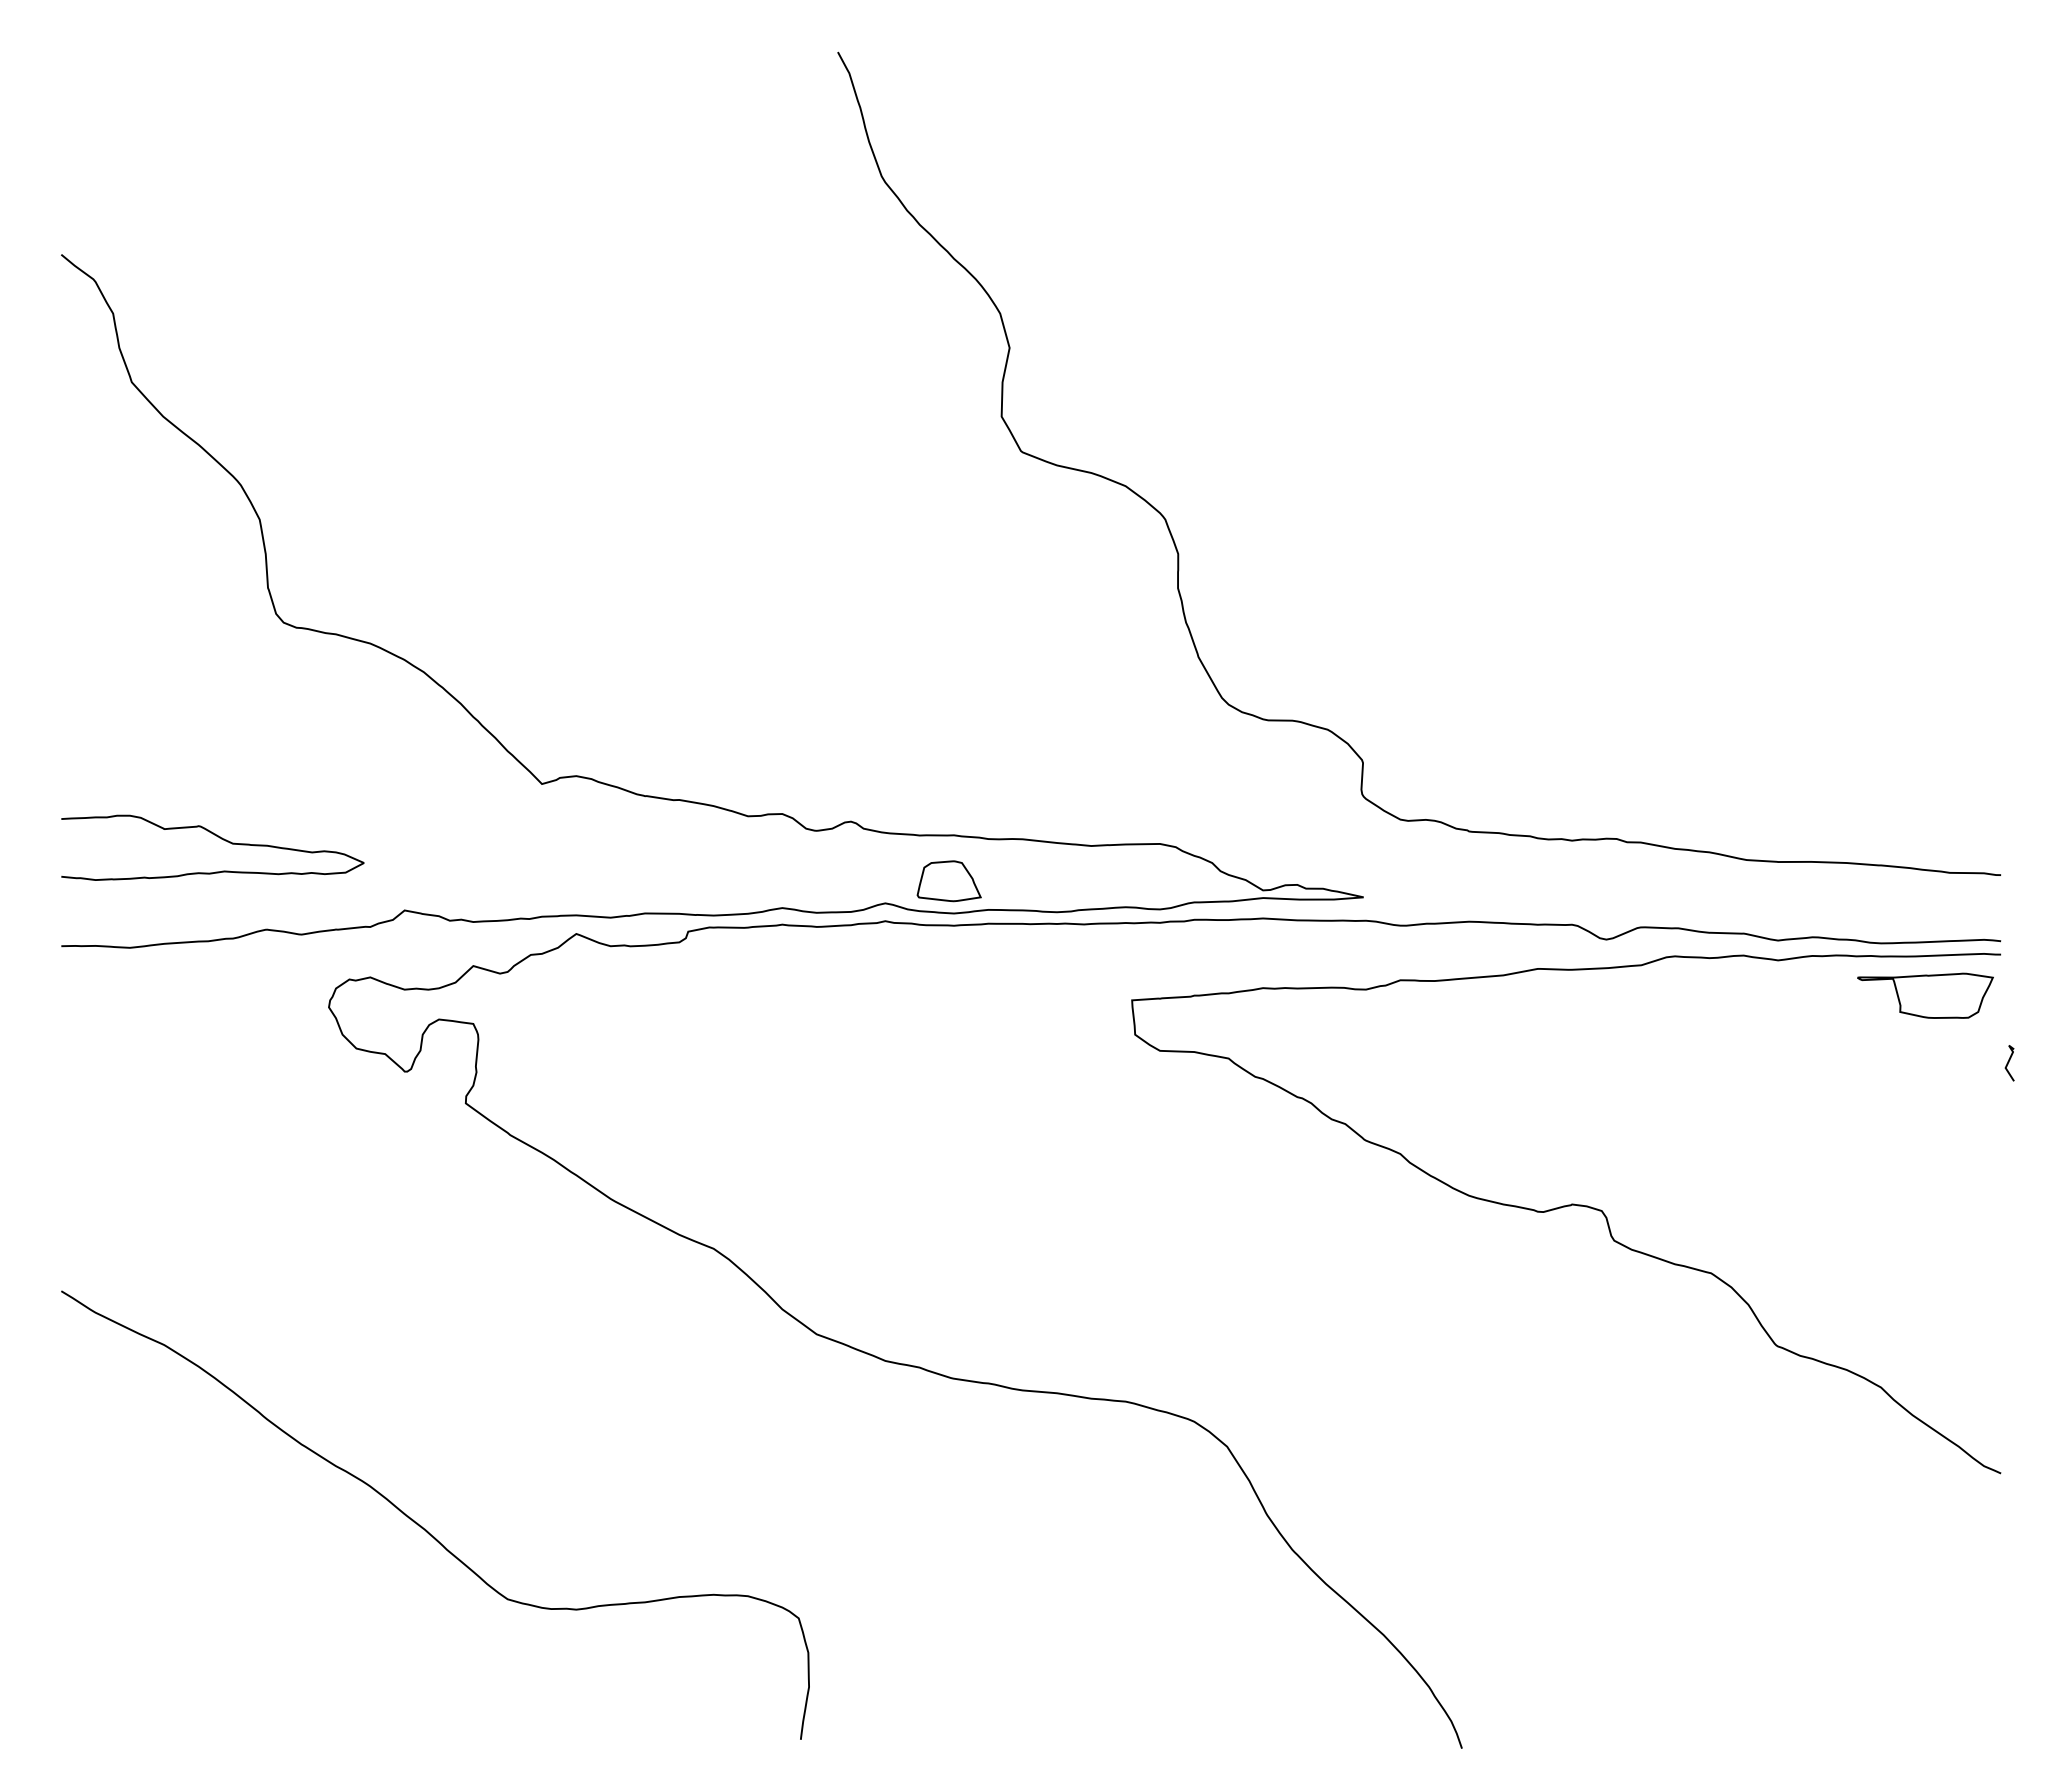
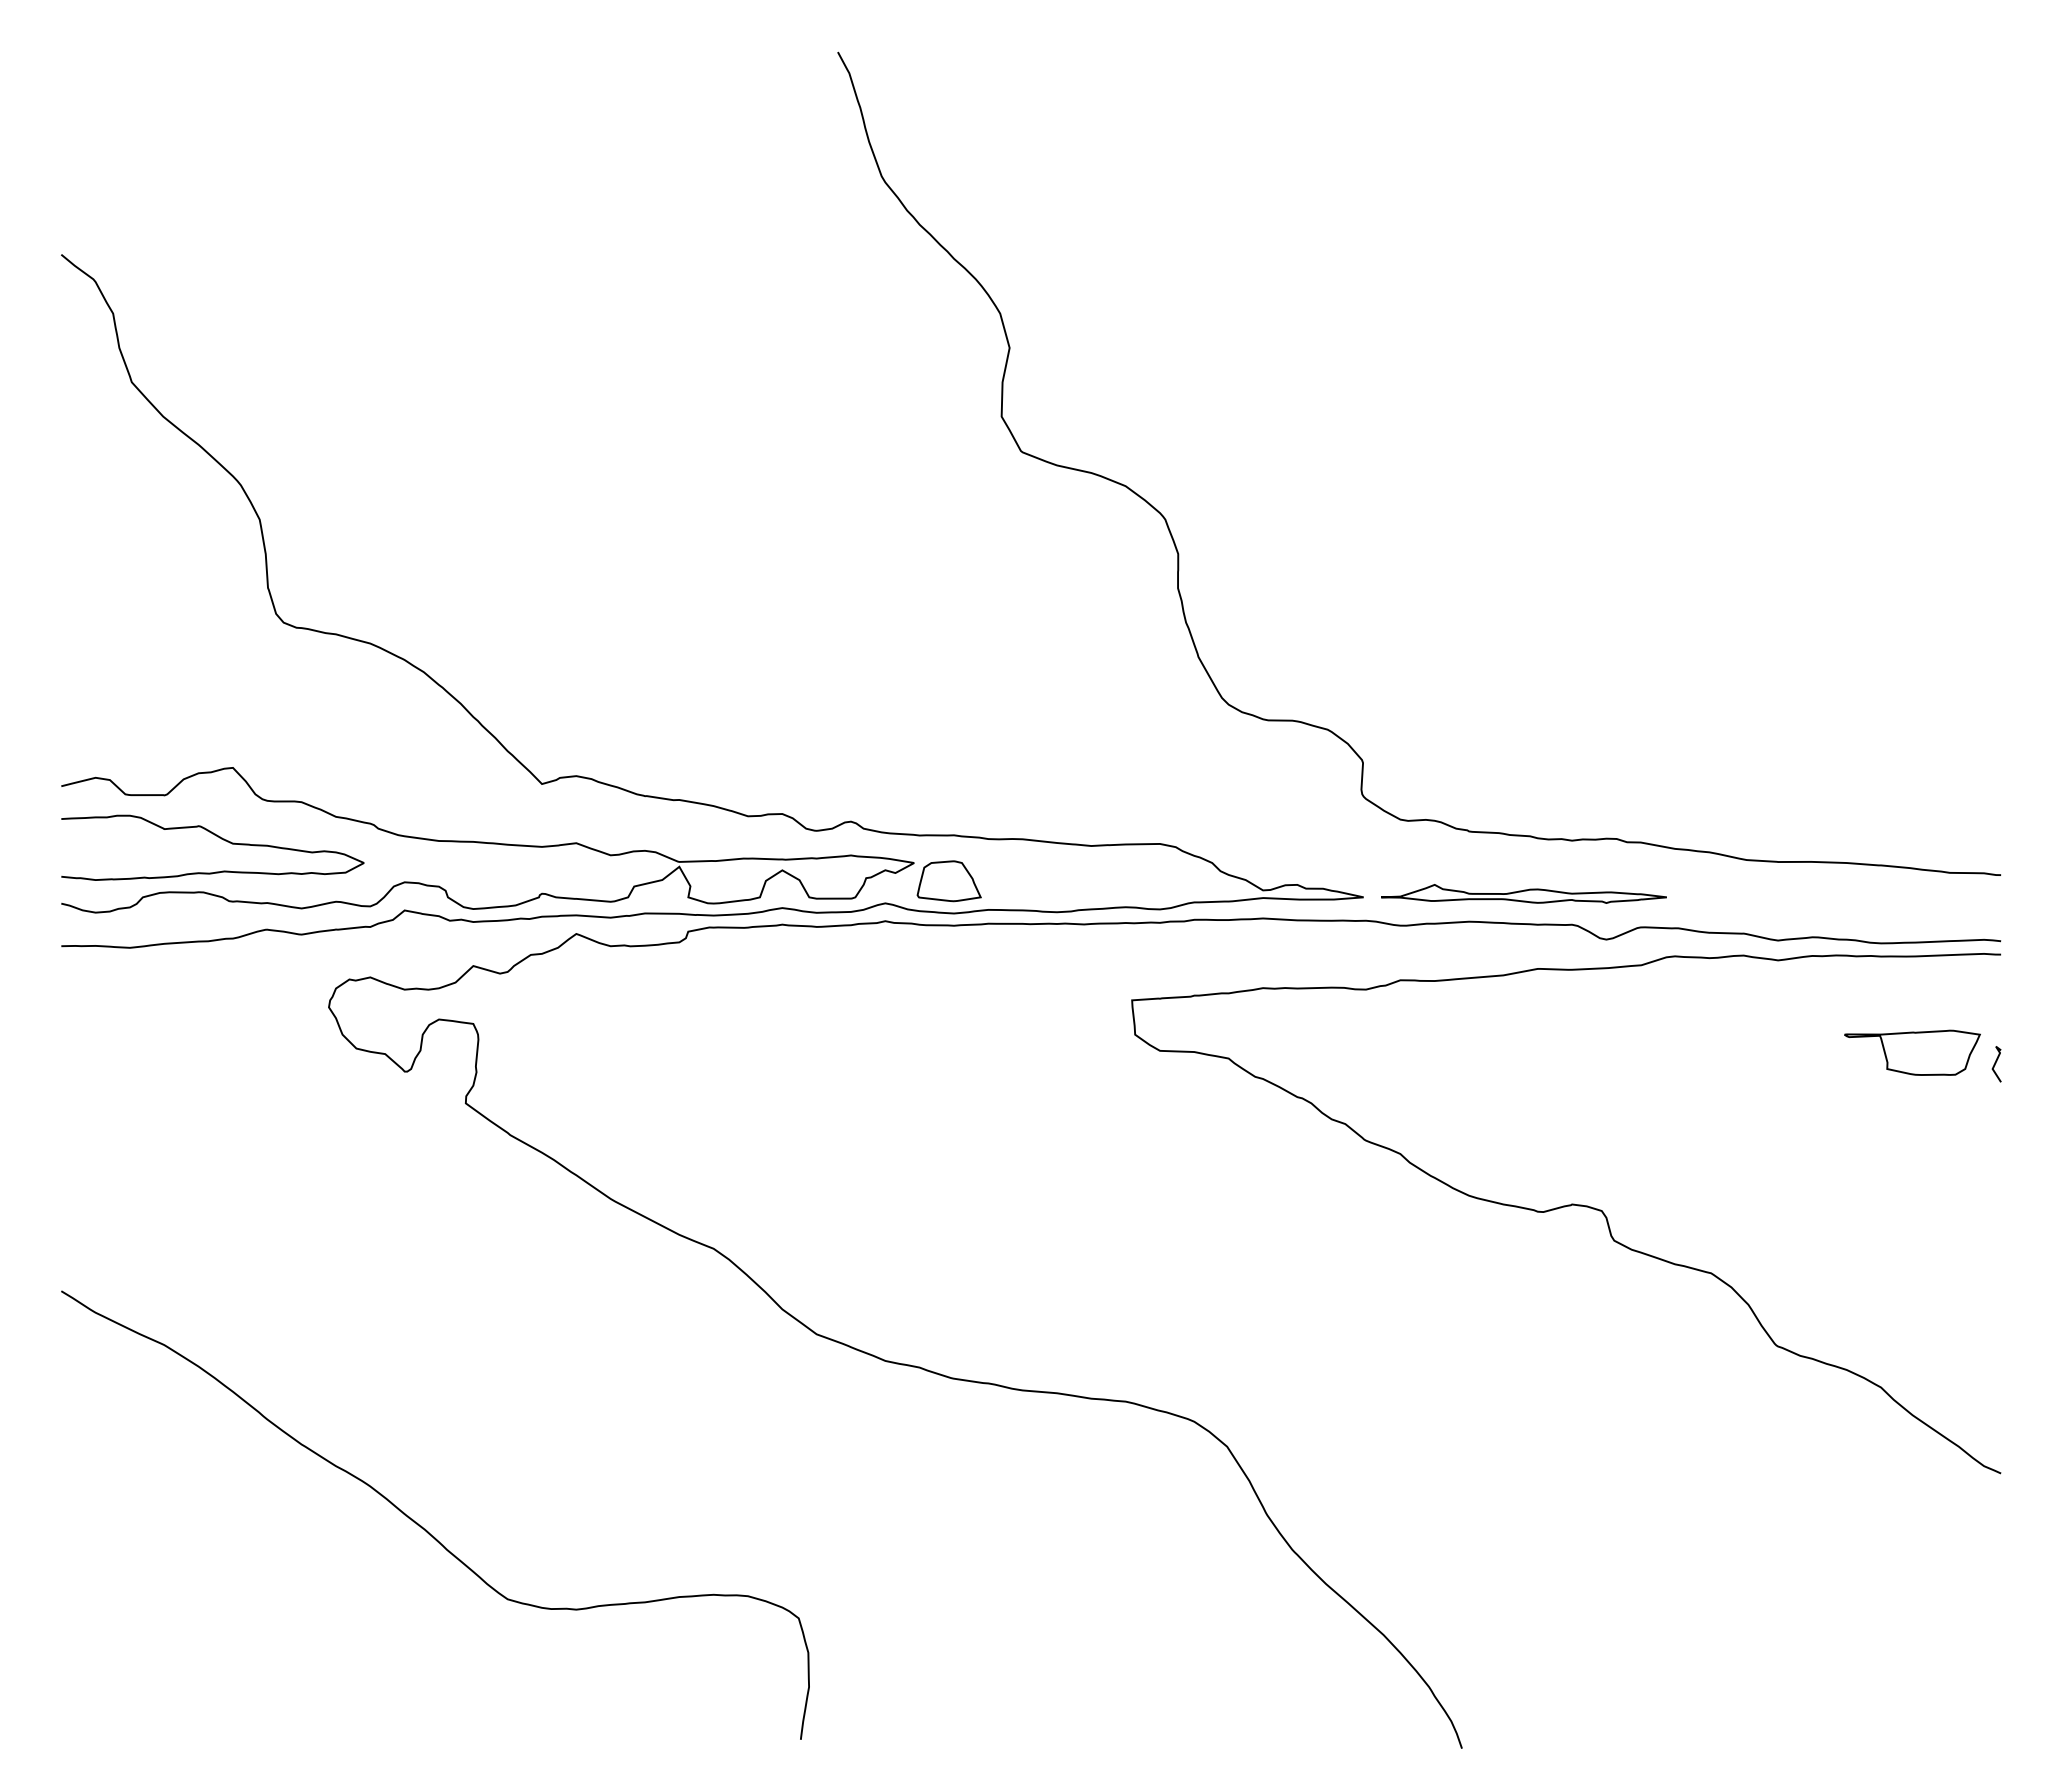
curve at (487, 842): none -> present
part at (1523, 893): none -> present
part at (1925, 995) position: (1925, 995) -> (1912, 1052)
line at (2009, 1062) position: (2009, 1062) -> (1996, 1063)
